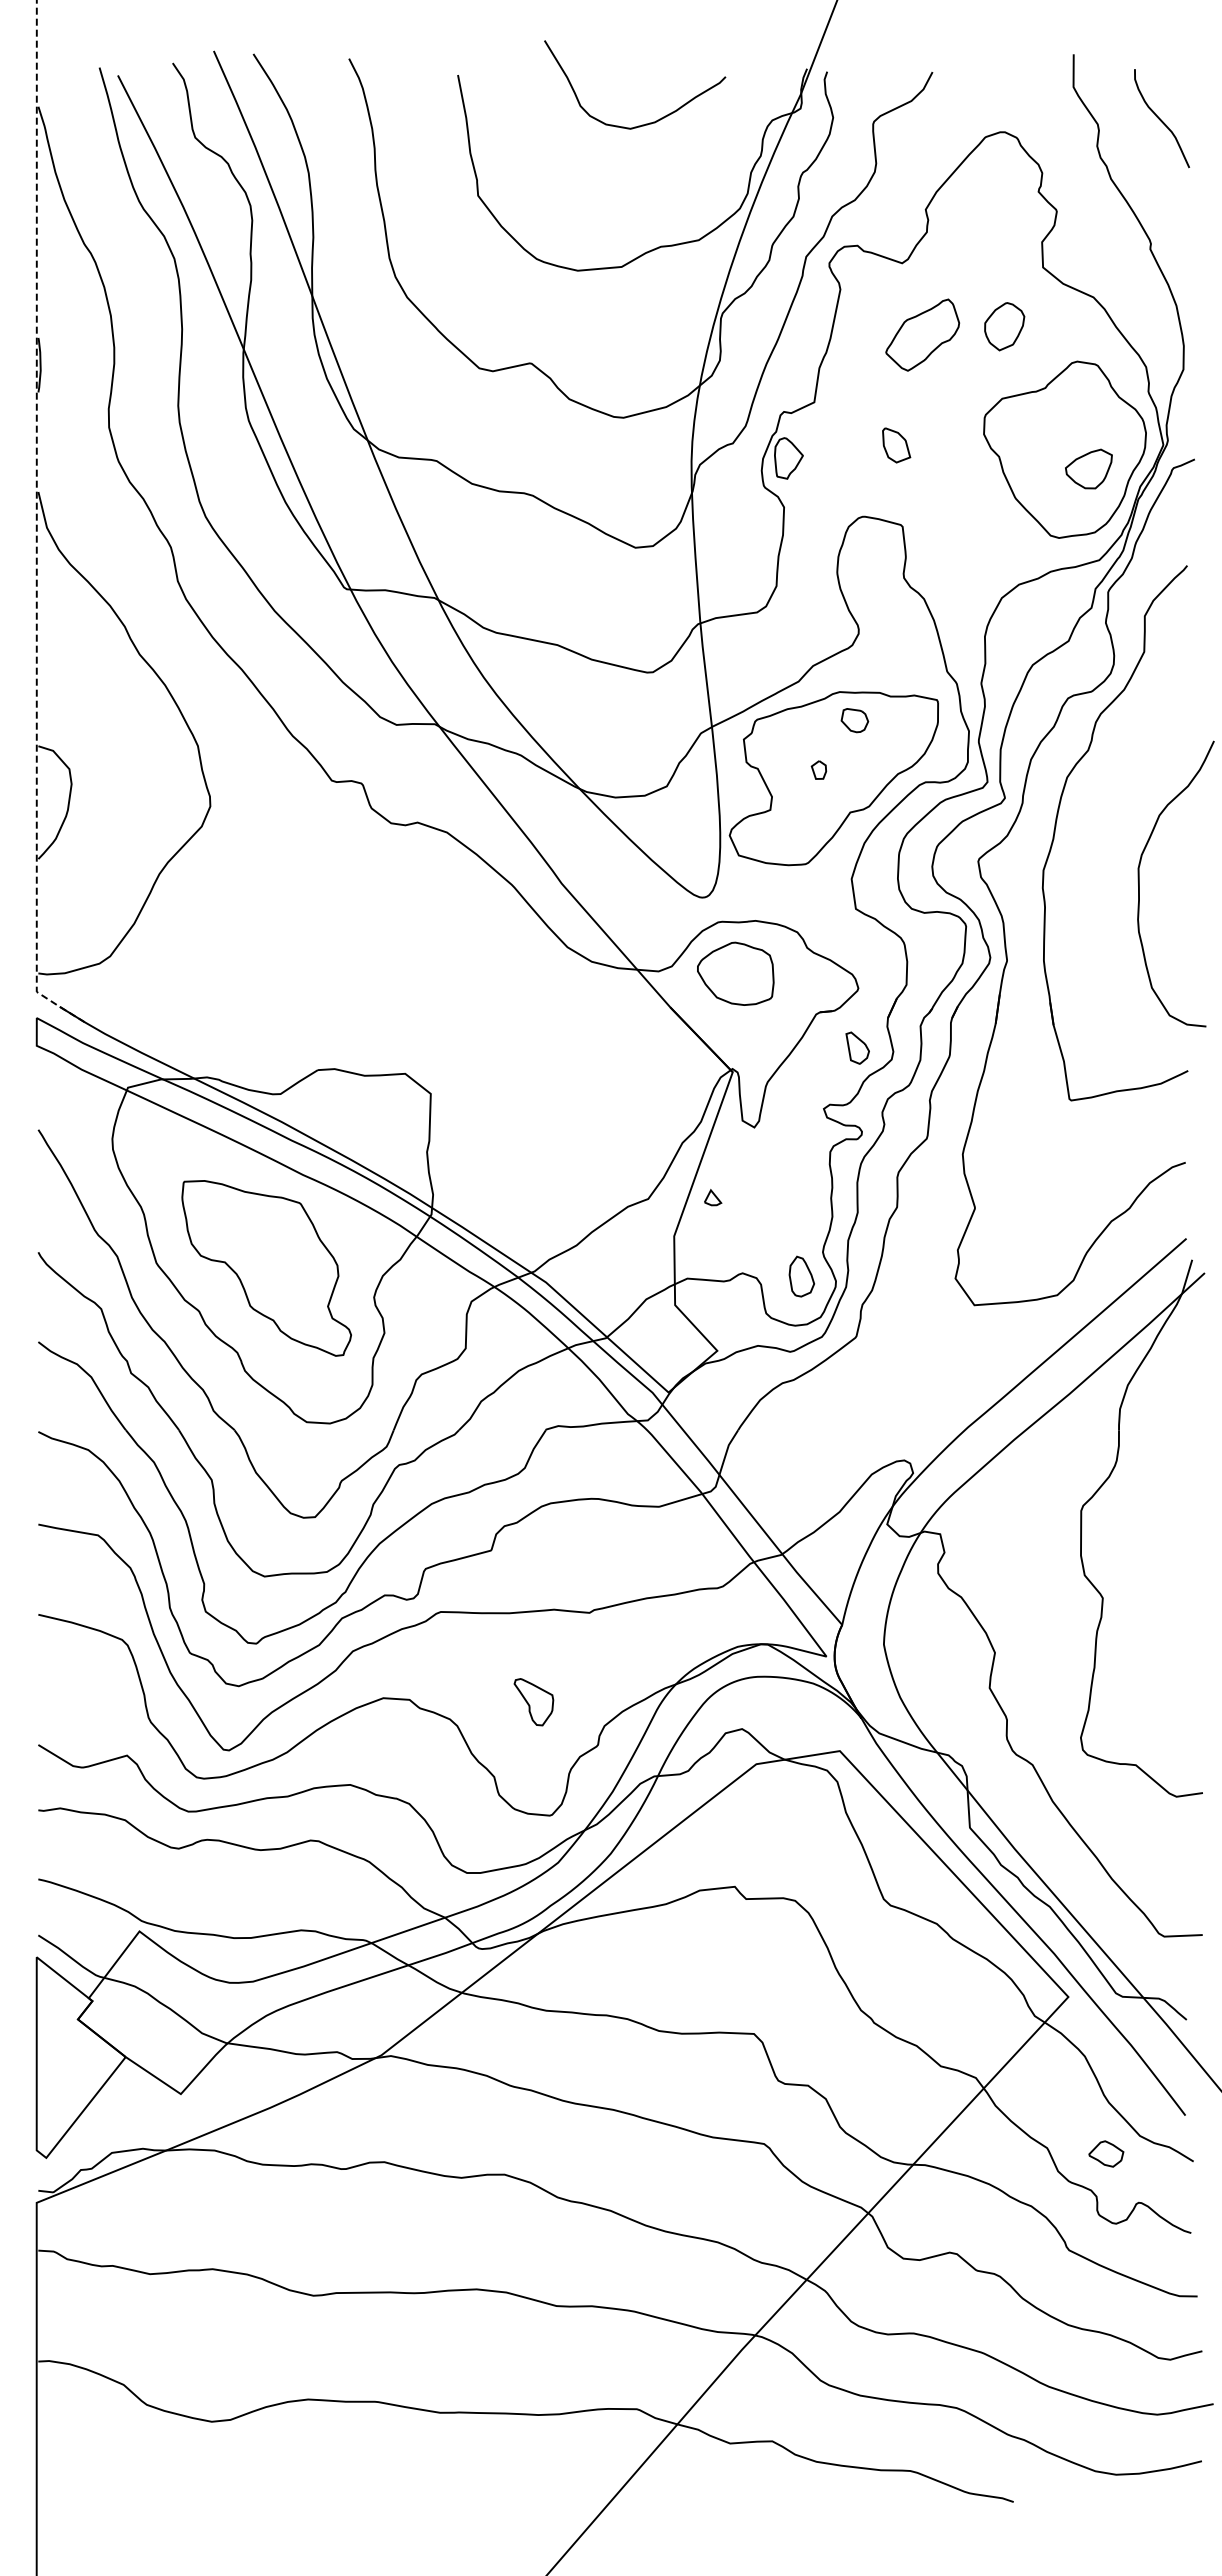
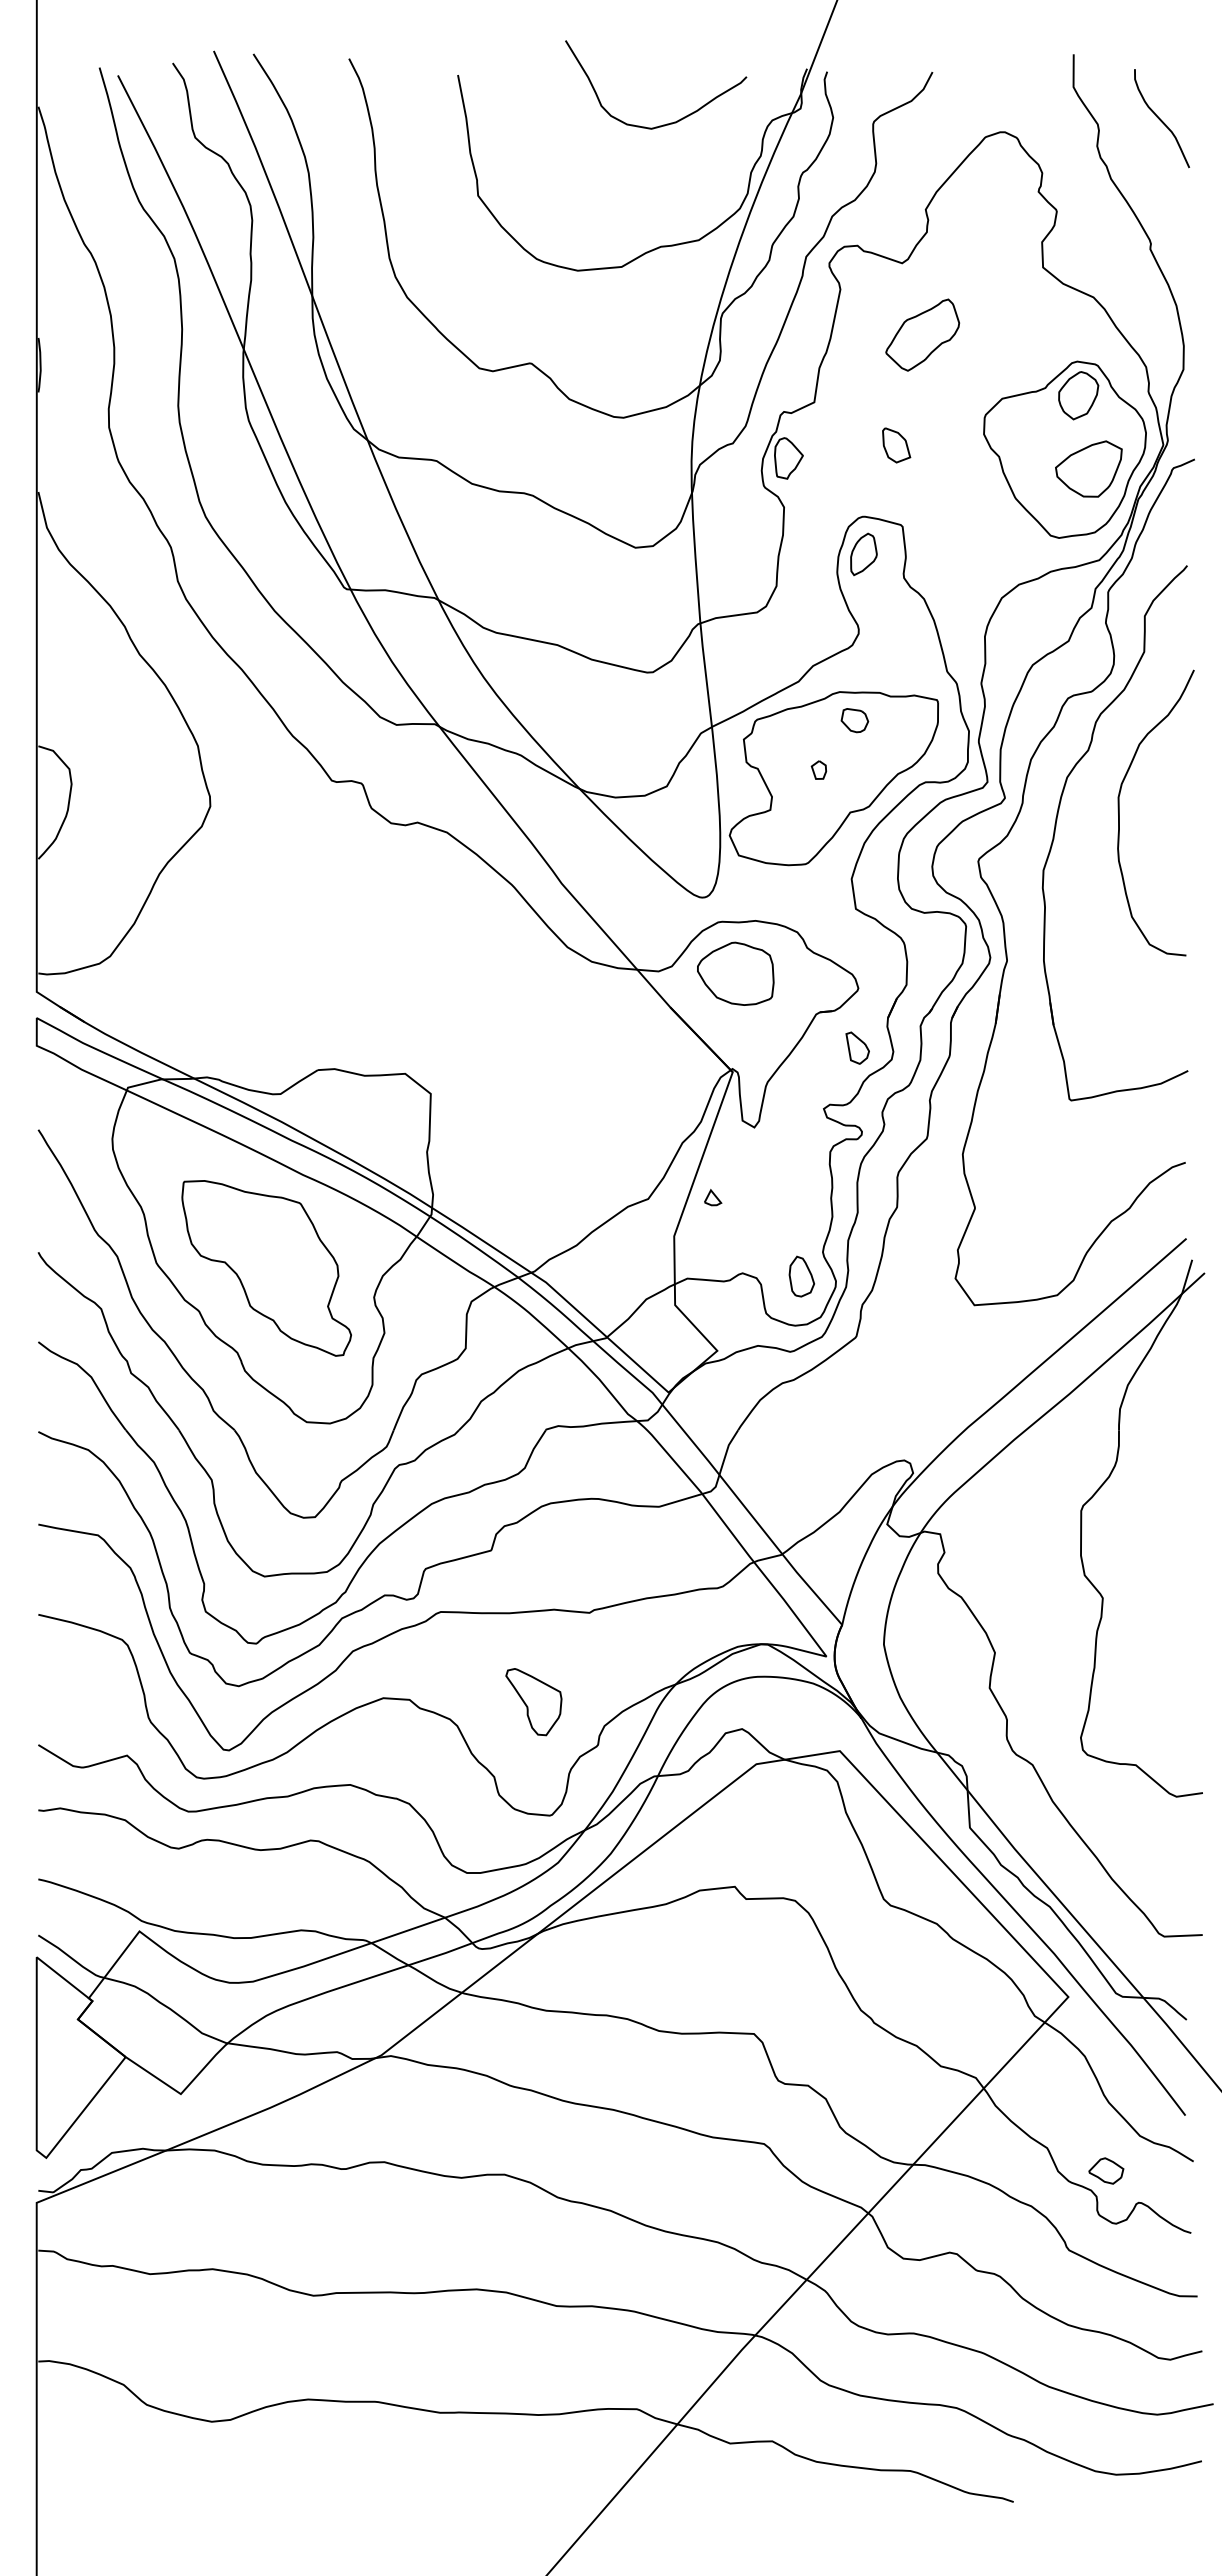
curve at (645, 123) position: (645, 123) -> (666, 123)
part at (1004, 326) position: (1004, 326) -> (1078, 395)
part at (1088, 468) size: 48x42 px -> 68x58 px
line at (36, 526): dashed -> solid
part at (863, 553): none -> present
curve at (1139, 883) position: (1139, 883) -> (1119, 812)
part at (533, 1702) size: 42x49 px -> 58x69 px
part at (1106, 2153) position: (1106, 2153) -> (1106, 2170)
